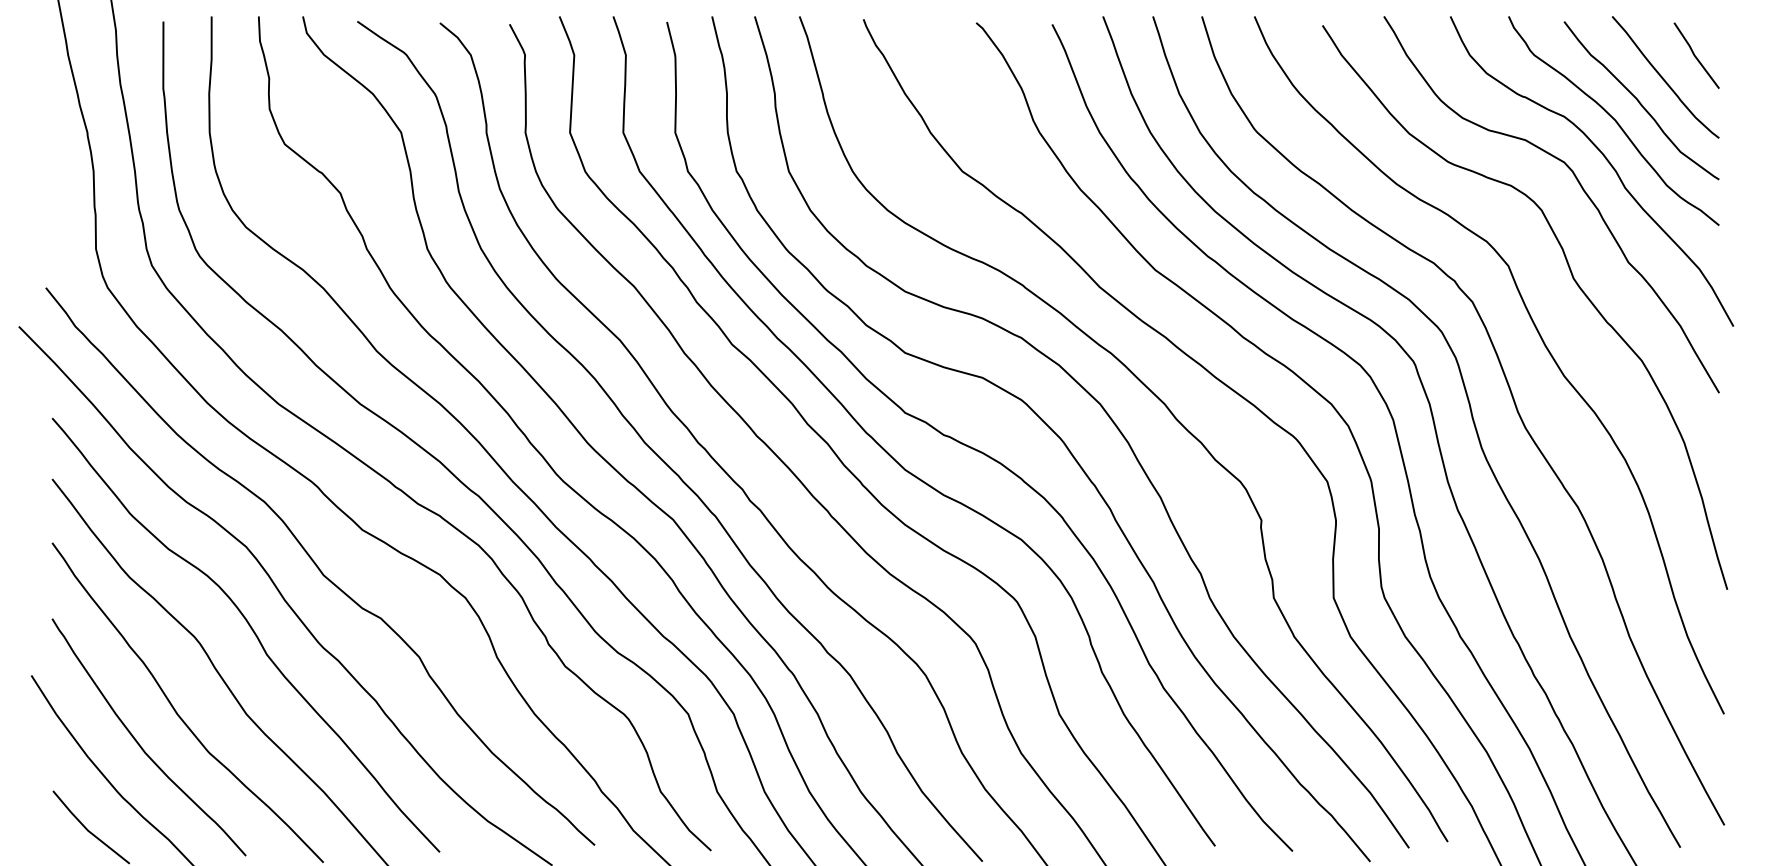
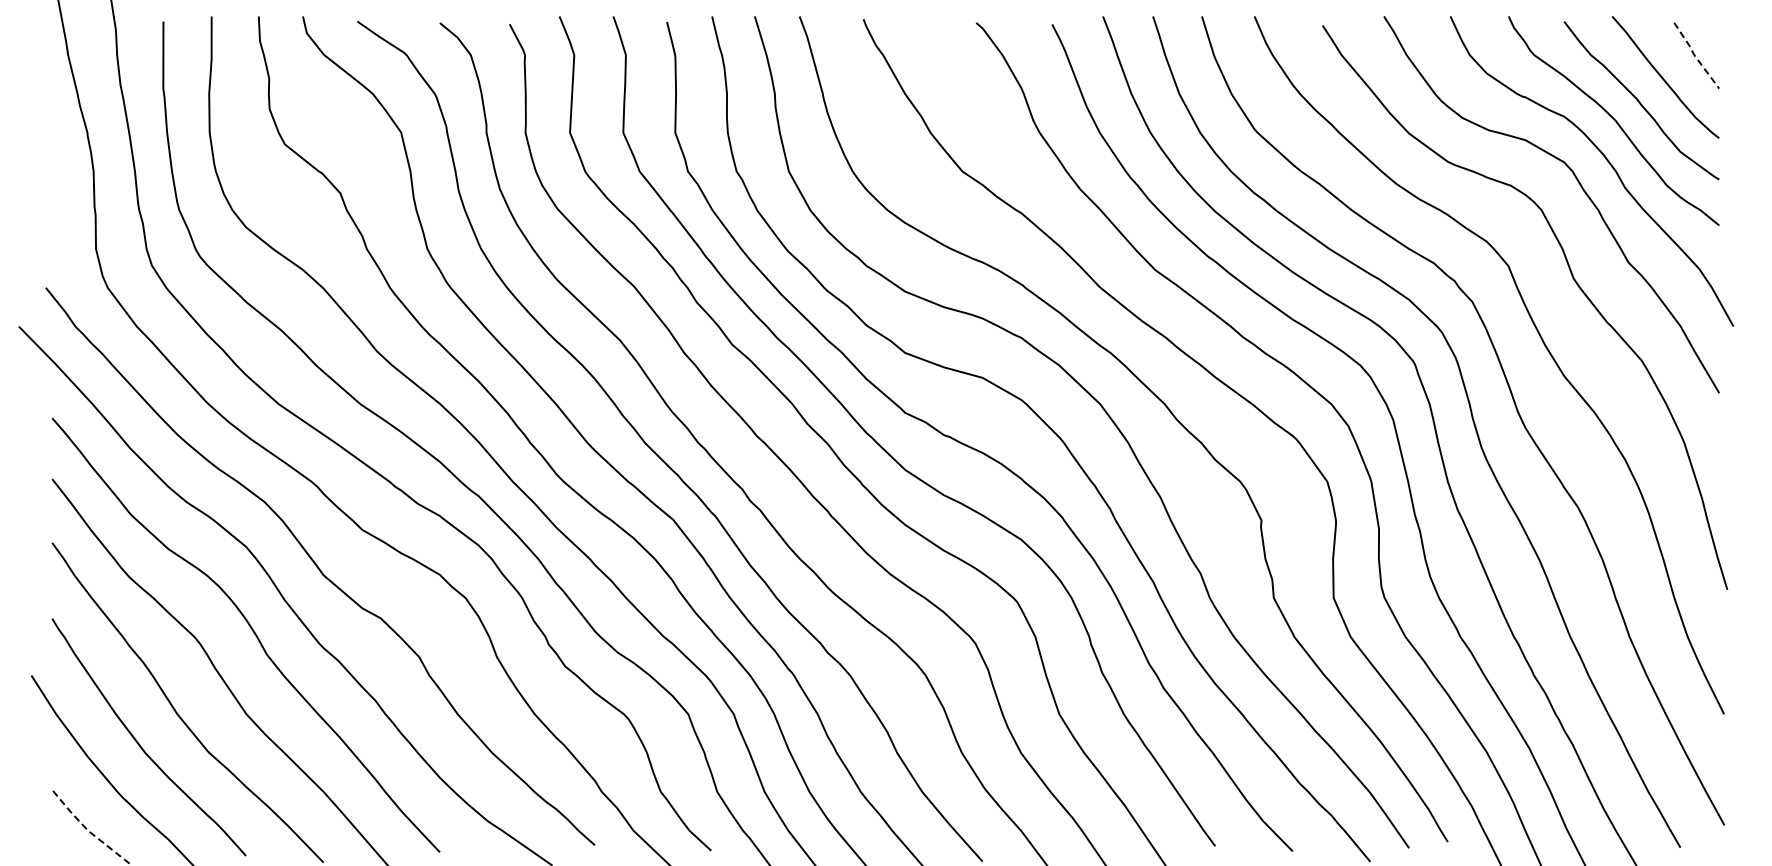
line at (1694, 56): solid -> dashed
line at (87, 830): solid -> dashed
